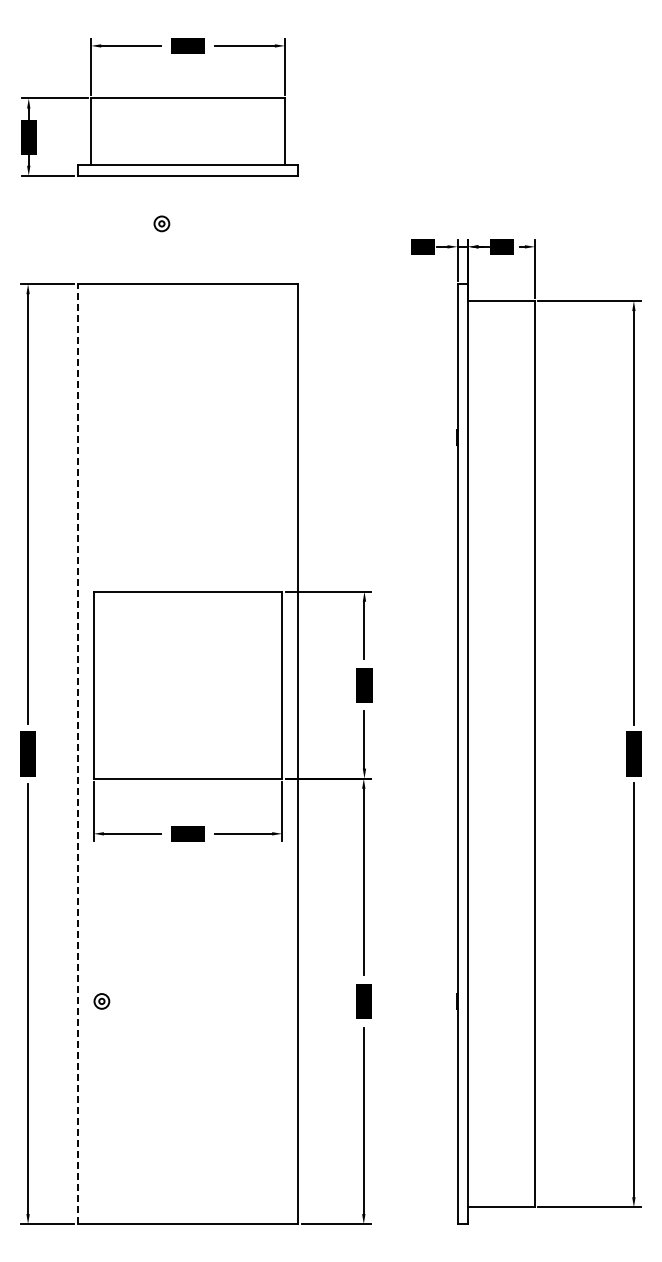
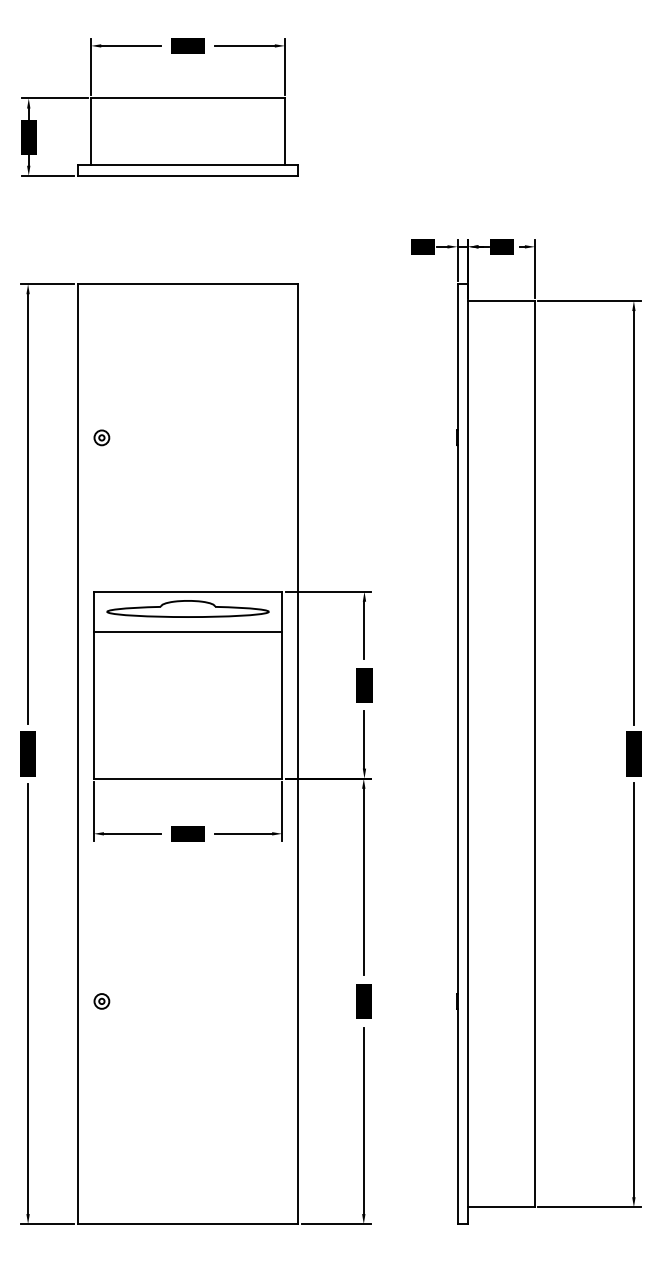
part at (161, 223) position: (161, 223) -> (101, 437)
part at (187, 608): none -> present
line at (187, 632): none -> present
line at (77, 753): dashed -> solid
